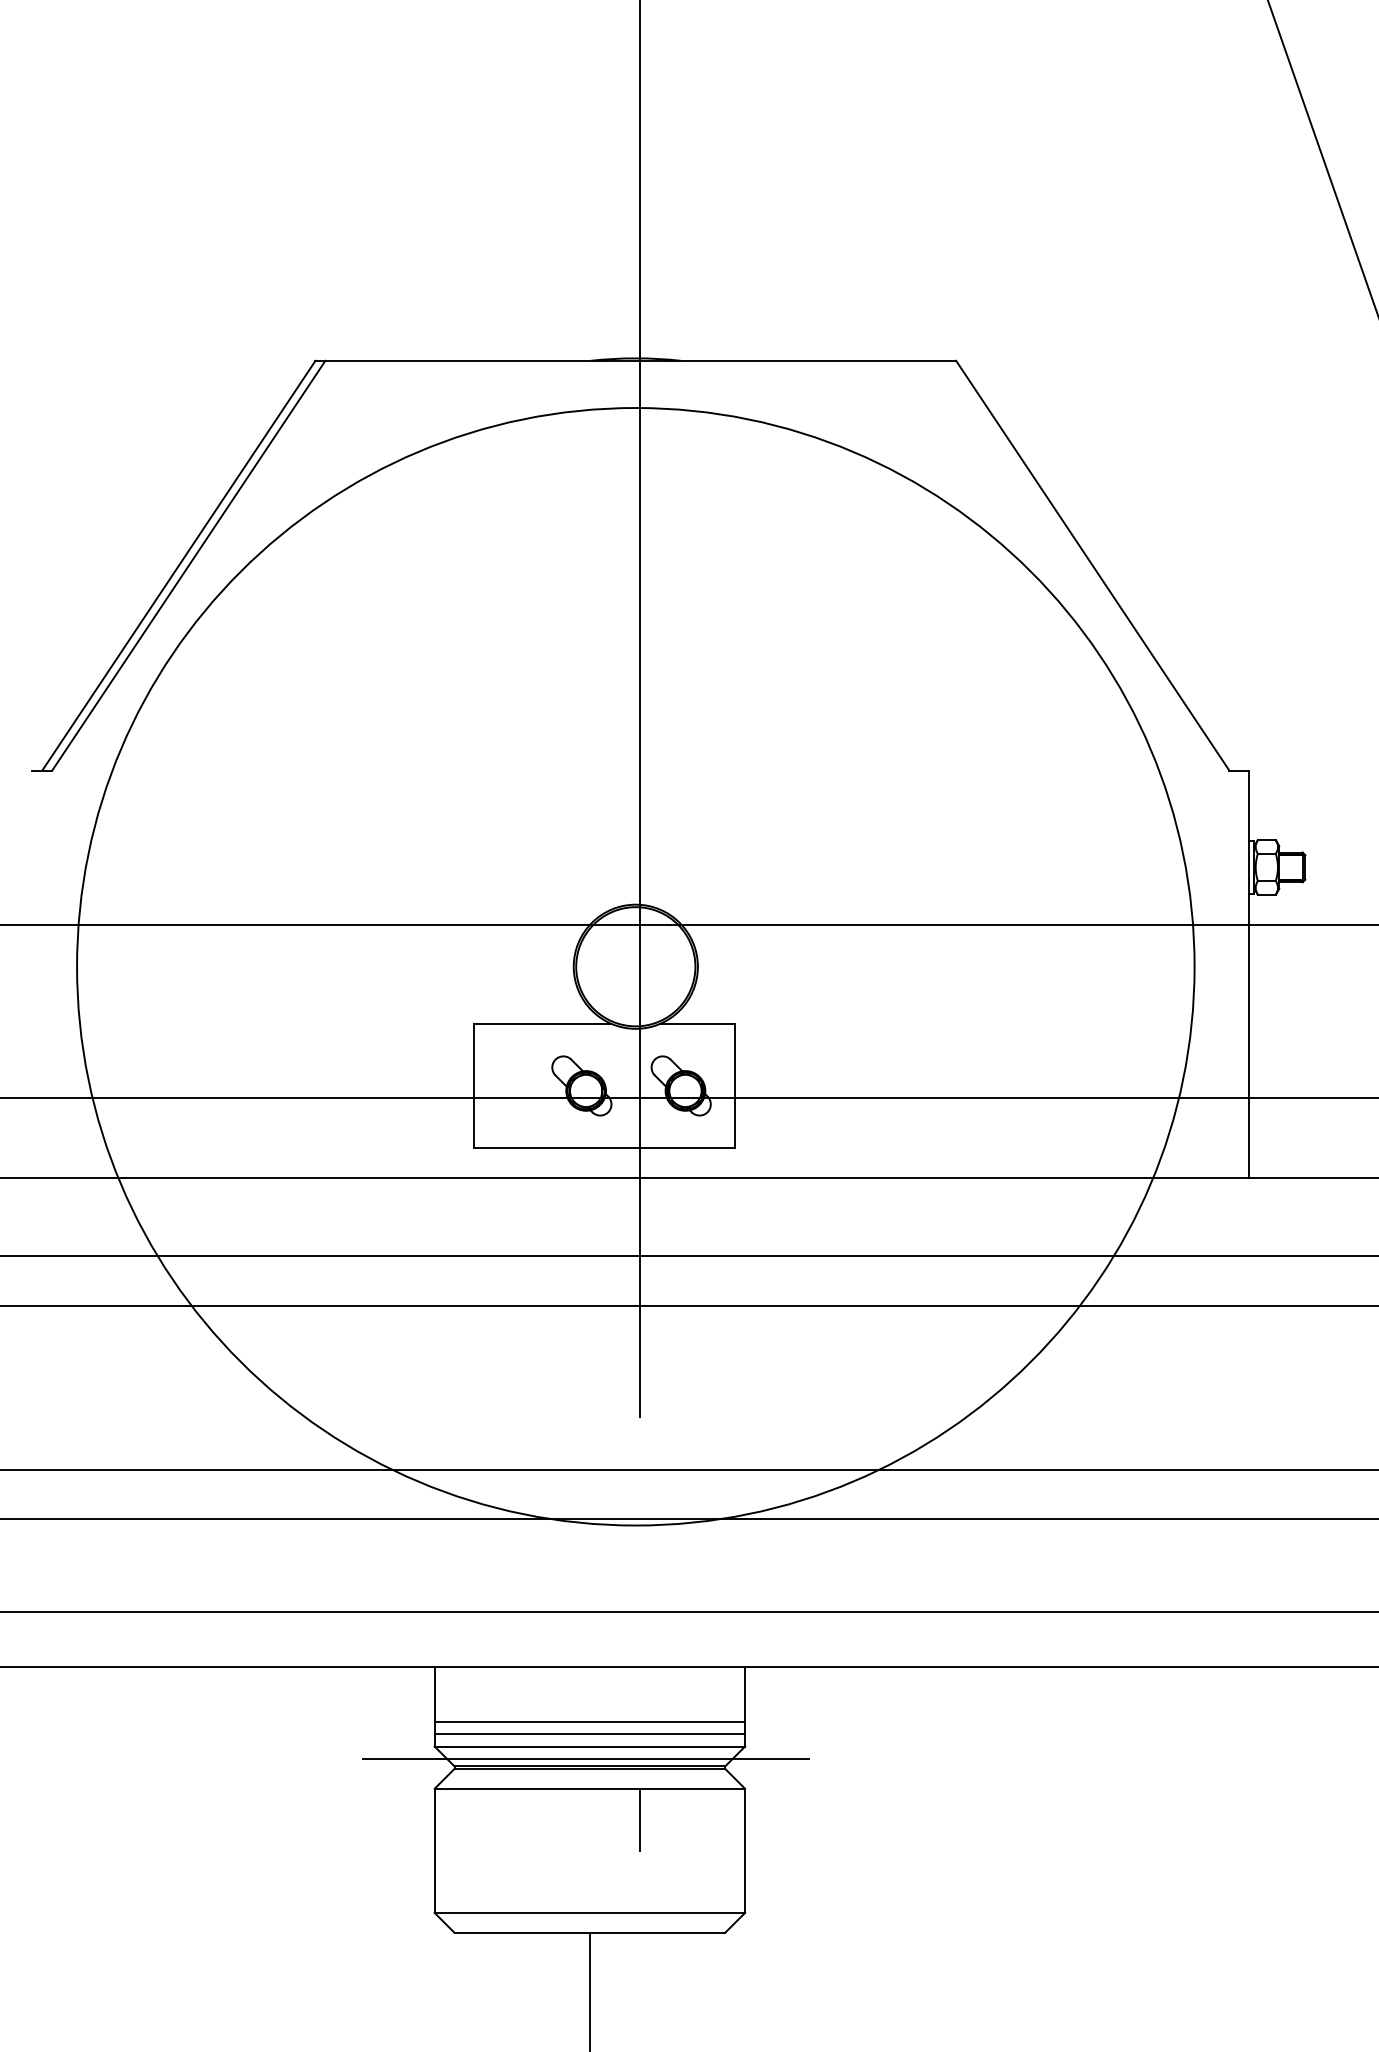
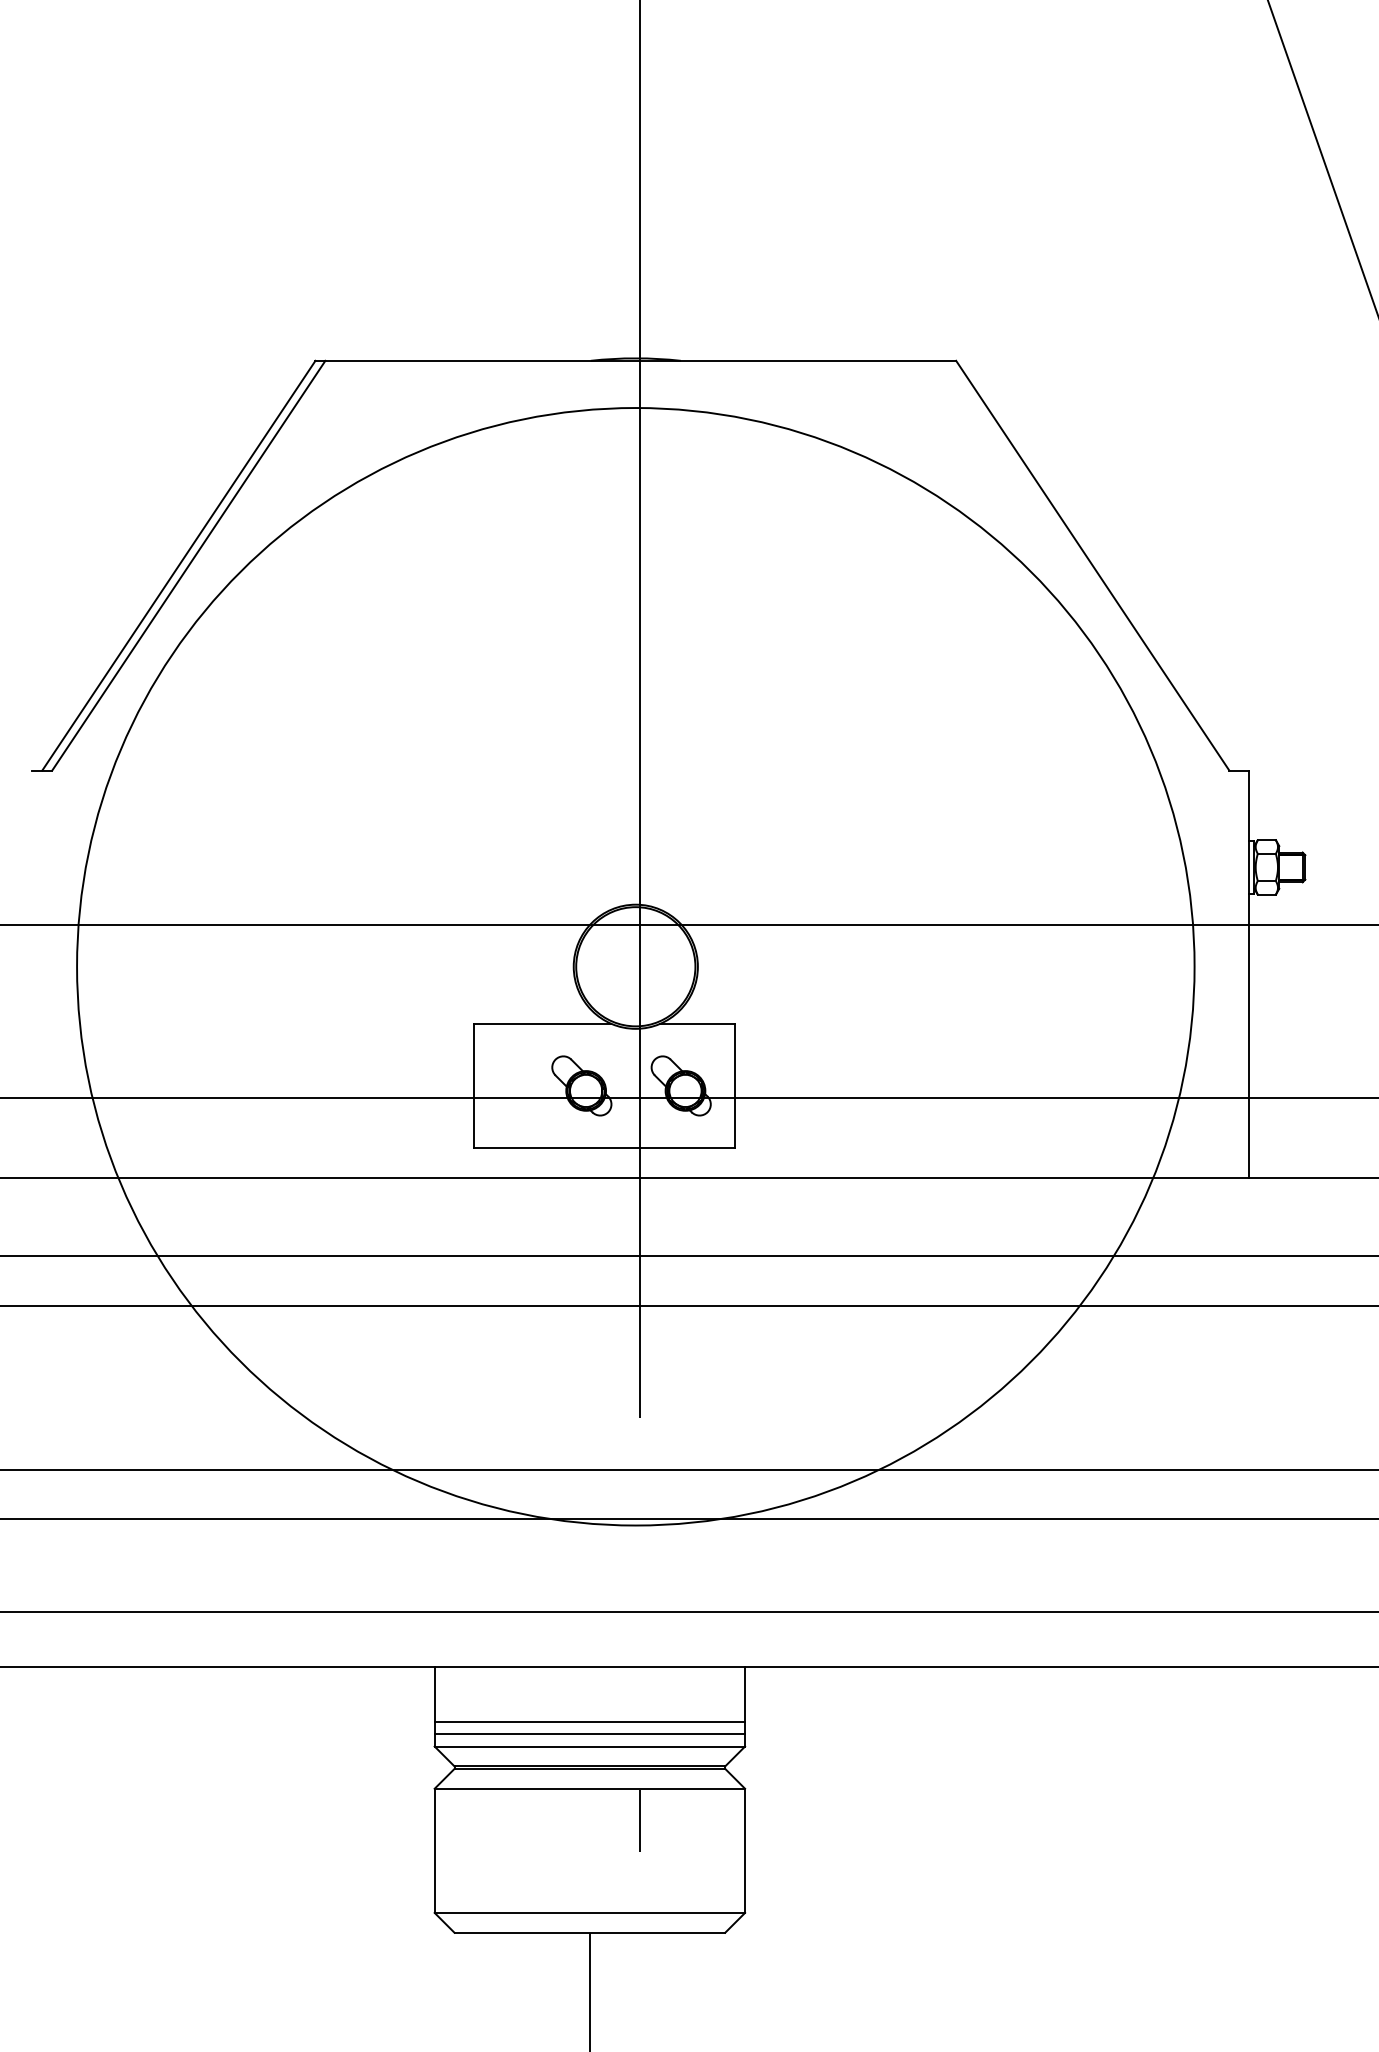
line at (585, 1758): present -> none
